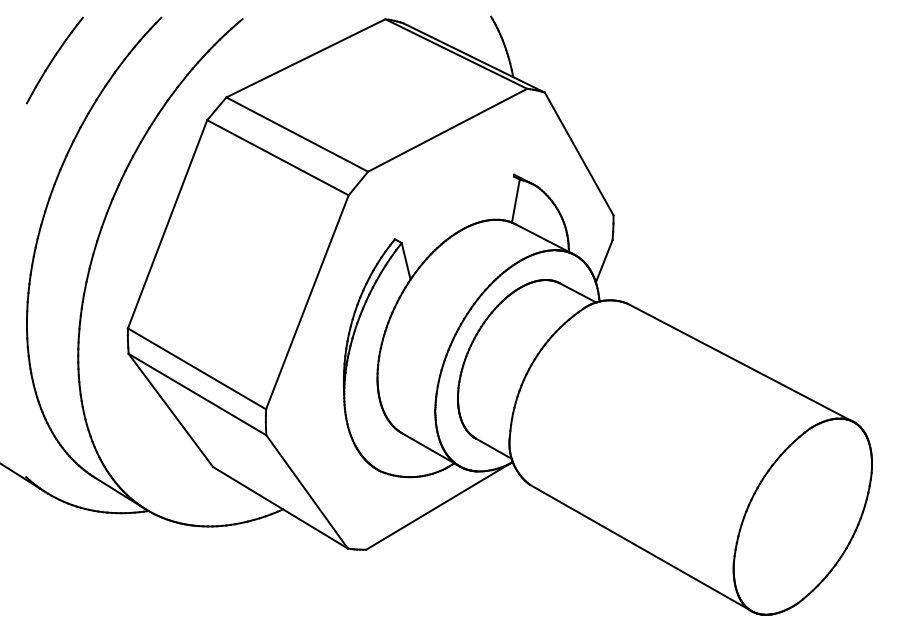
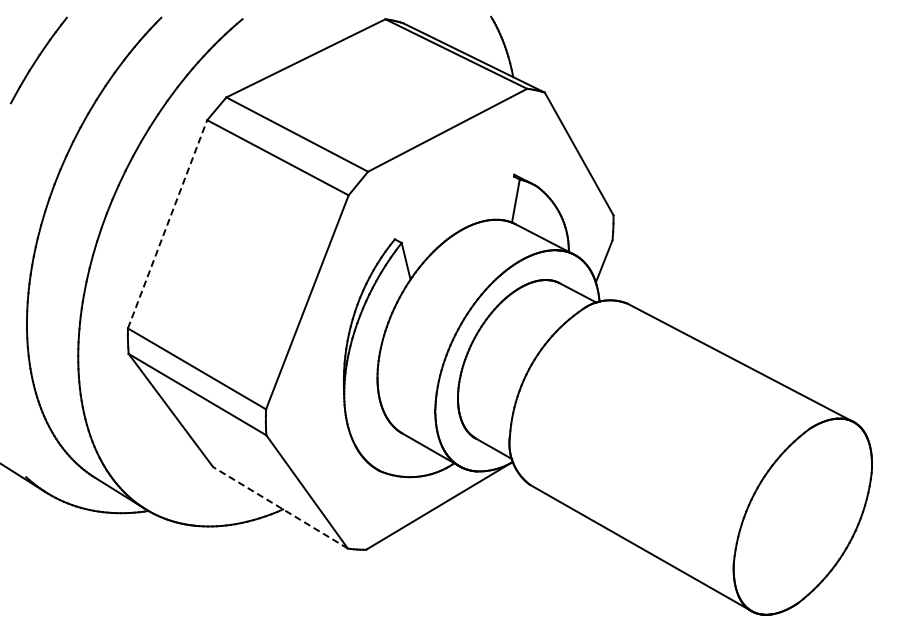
part at (54, 60) position: (54, 60) -> (38, 60)
line at (167, 223): solid -> dashed
line at (280, 507): solid -> dashed
